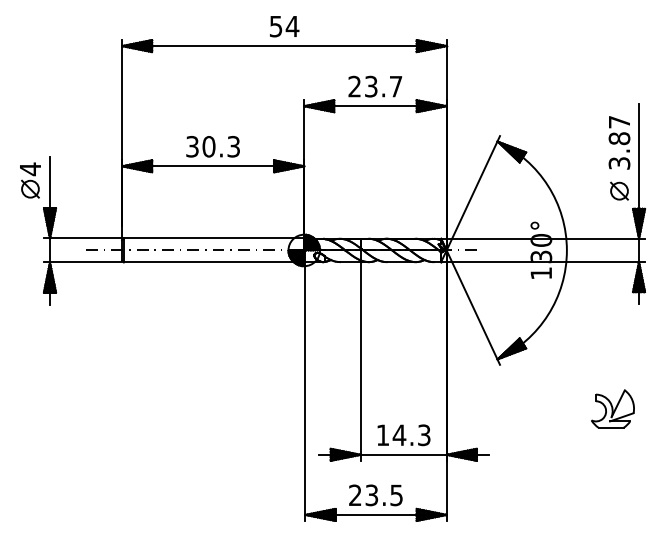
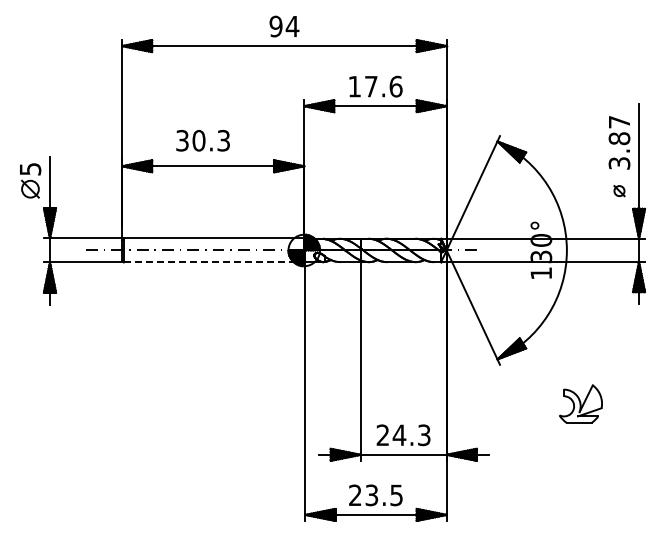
text at (275, 26): 54 -> 94
text at (375, 86): 23.7 -> 17.6
text at (212, 146) position: (212, 146) -> (202, 140)
text at (30, 169): 4 -> 5
part at (619, 190) size: 19x20 px -> 13x13 px
line at (214, 262): solid -> dashed
part at (612, 408) position: (612, 408) -> (580, 403)
text at (382, 434): 14.3 -> 24.3
